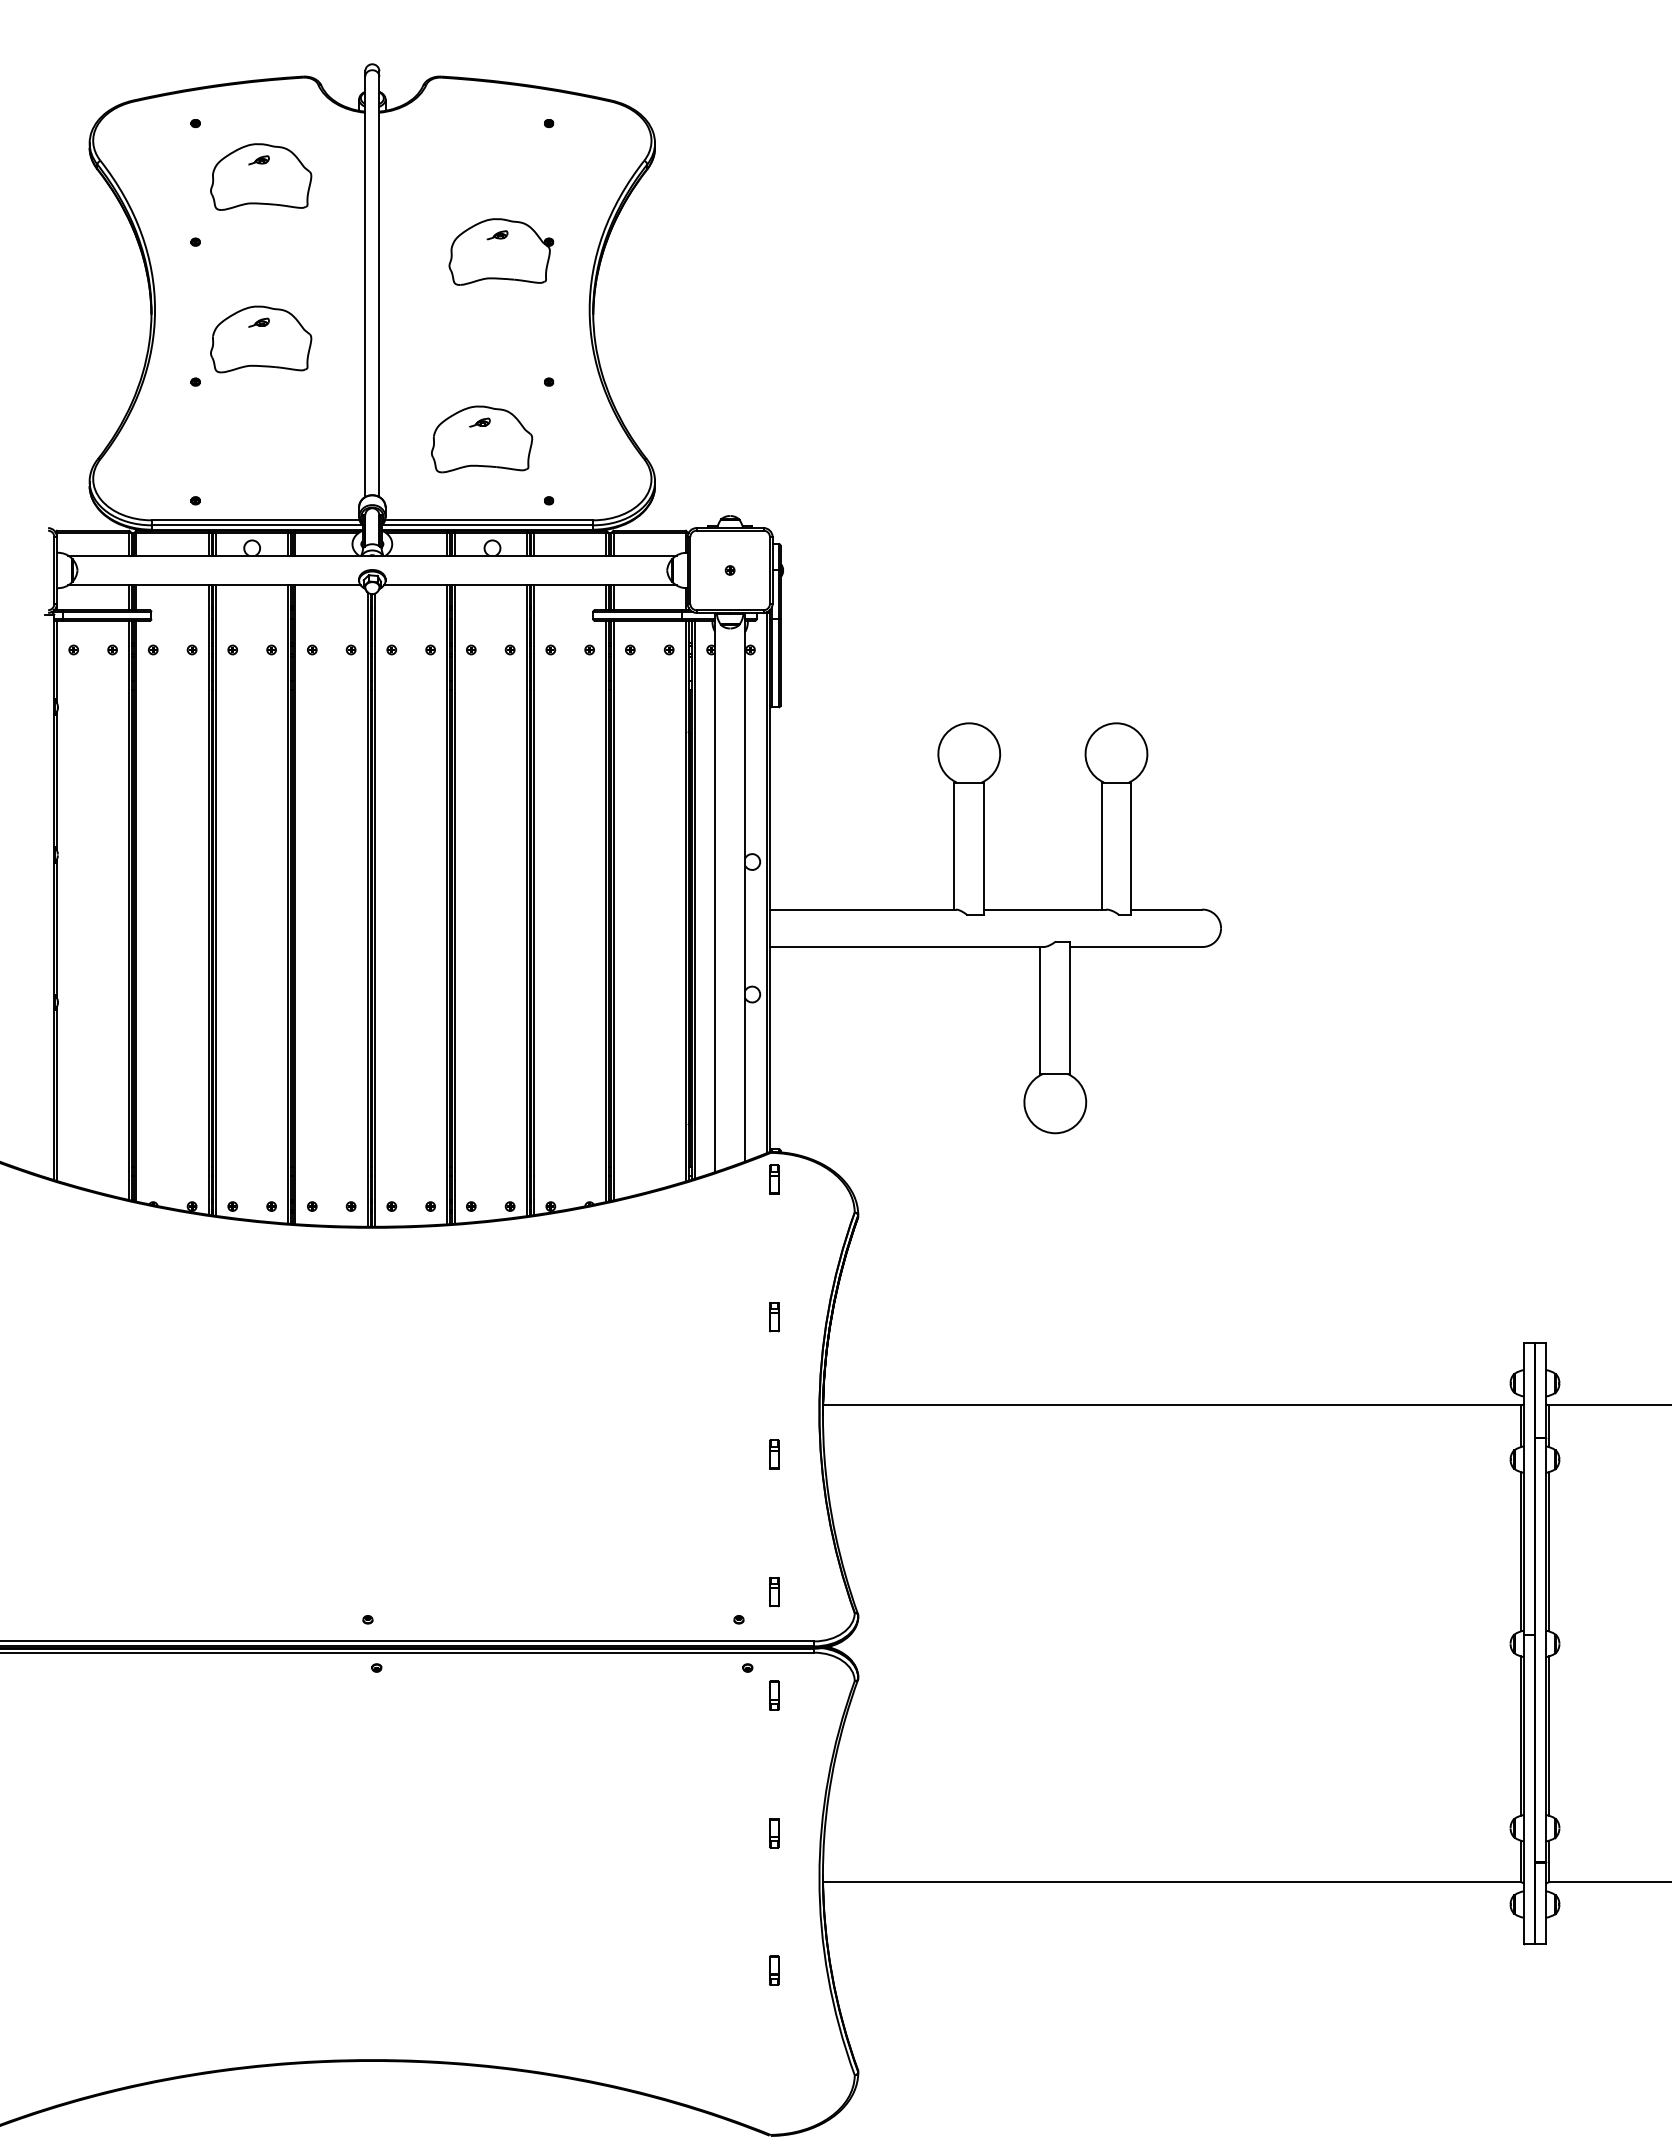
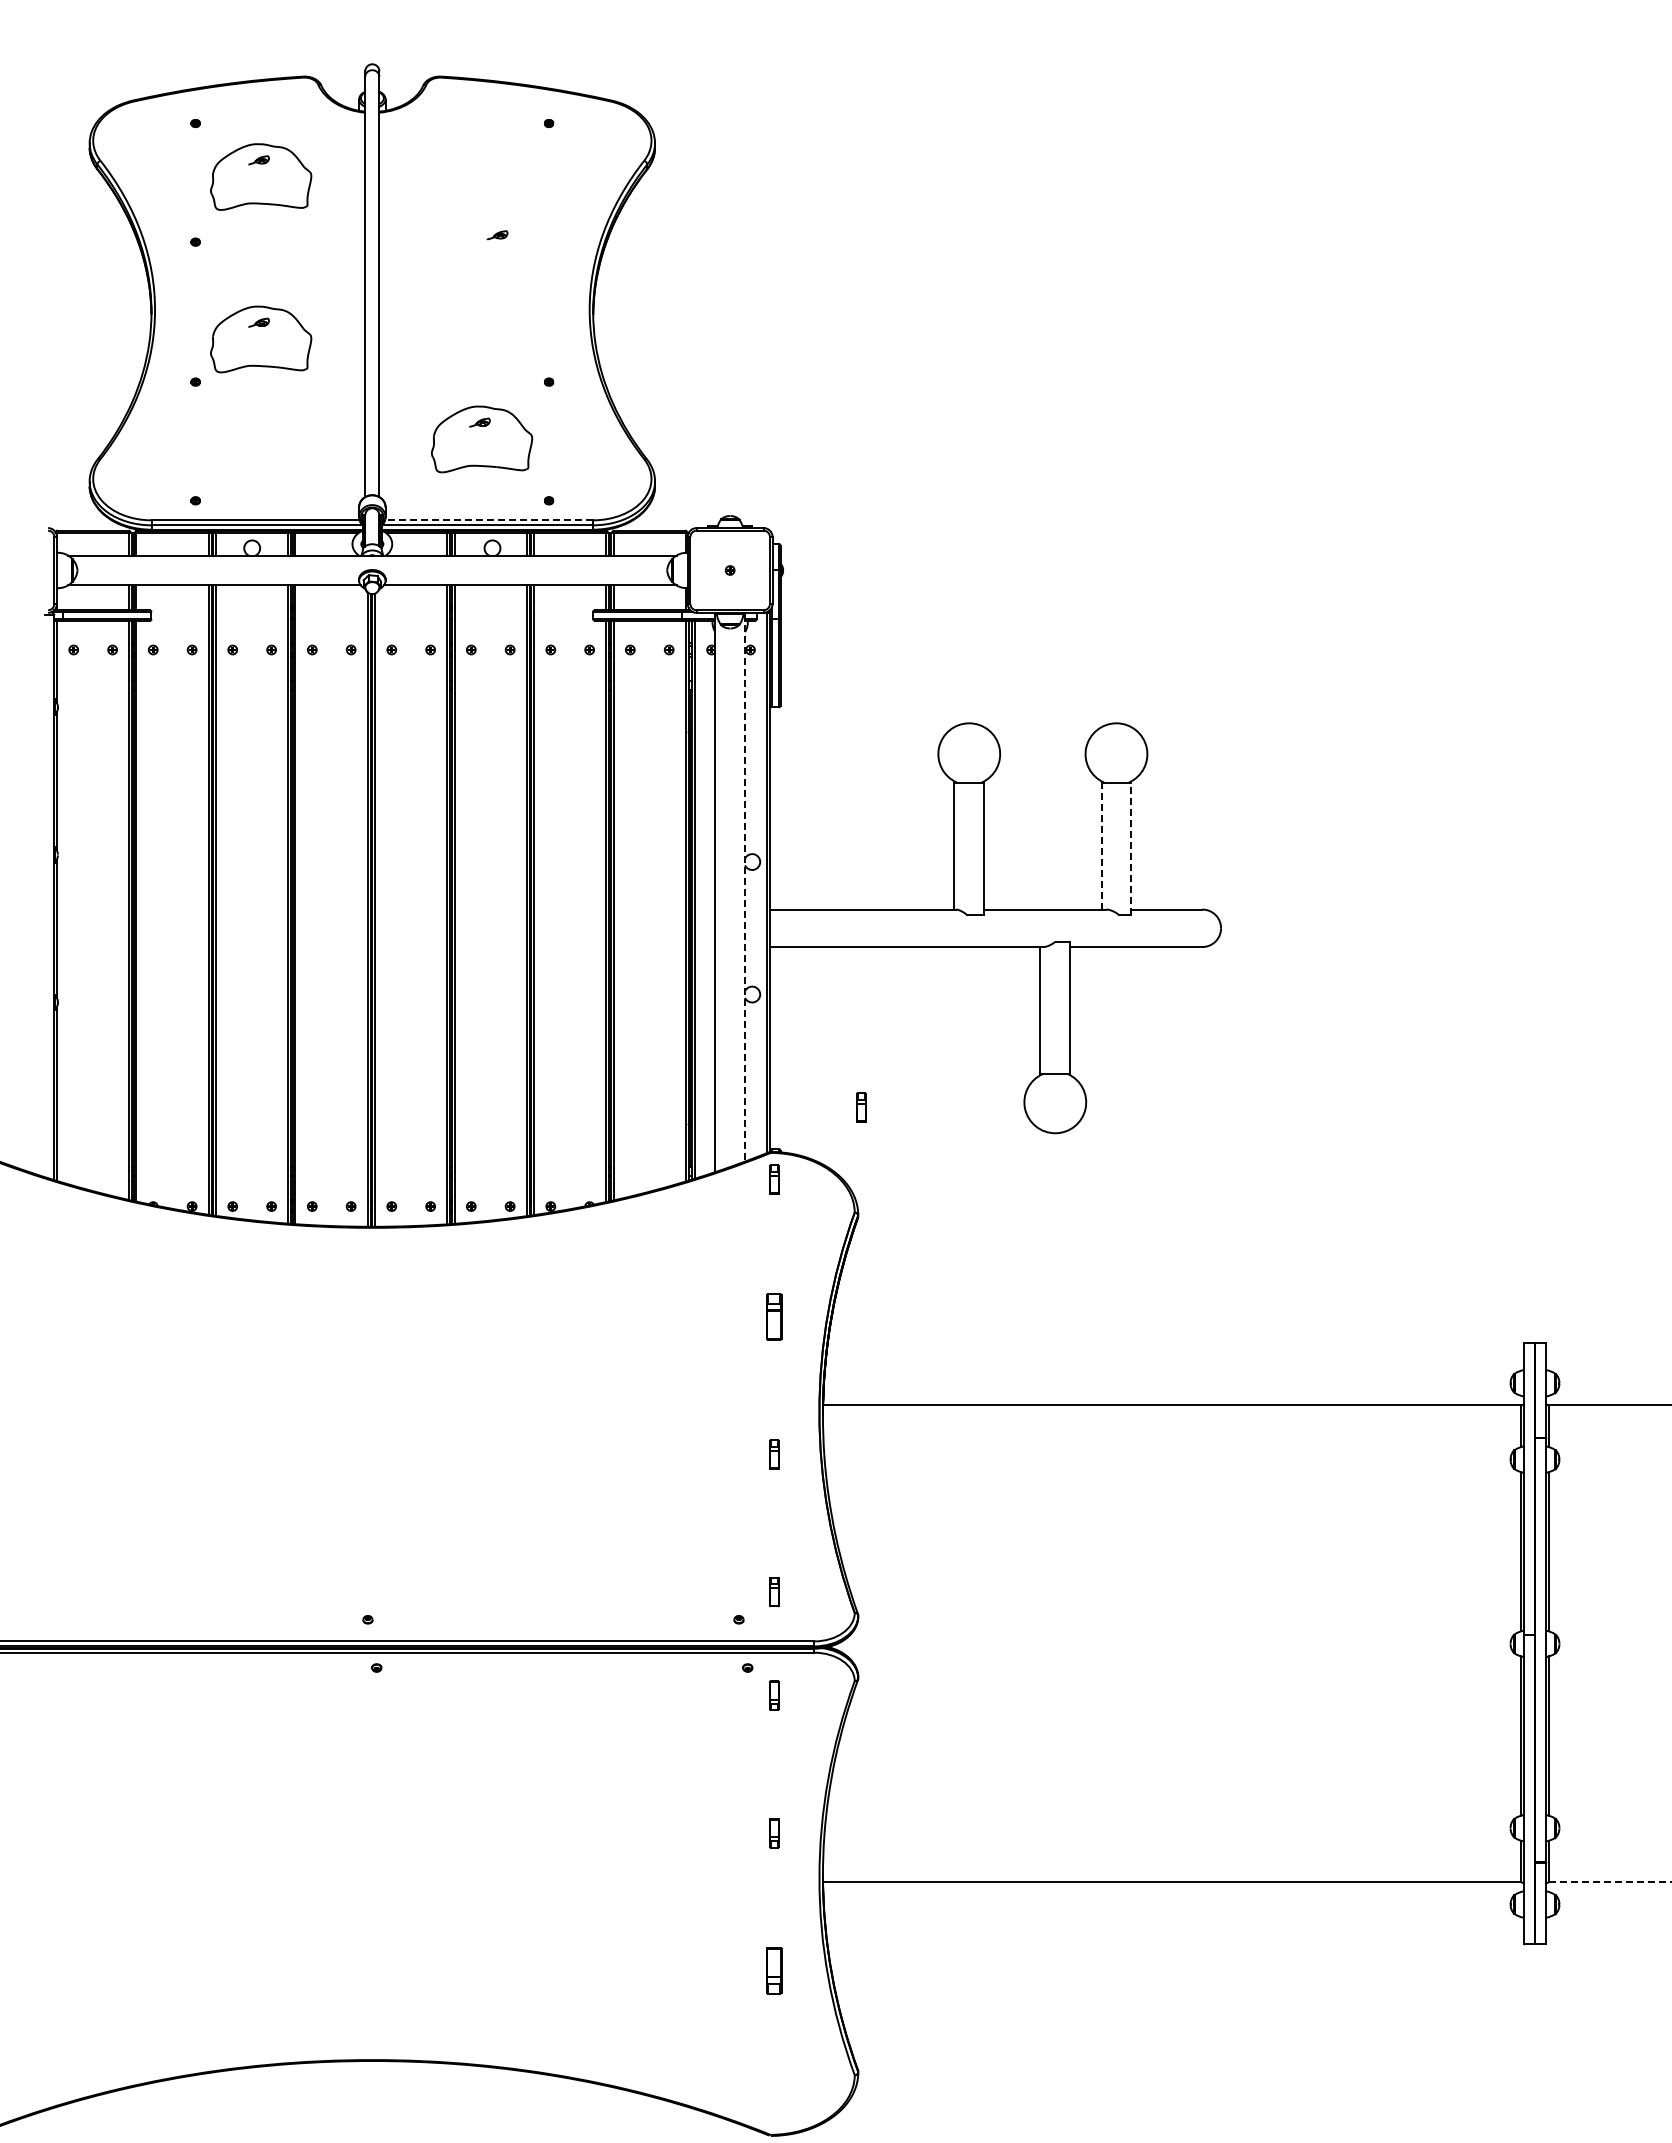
part at (501, 251): present -> none
line at (488, 520): solid -> dashed
line at (1101, 846): solid -> dashed
line at (1131, 848): solid -> dashed
line at (745, 887): solid -> dashed
part at (861, 1107): none -> present
part at (774, 1317) size: 11x31 px -> 17x48 px
line at (1610, 1882): solid -> dashed
part at (774, 1970) size: 11x31 px -> 17x48 px
